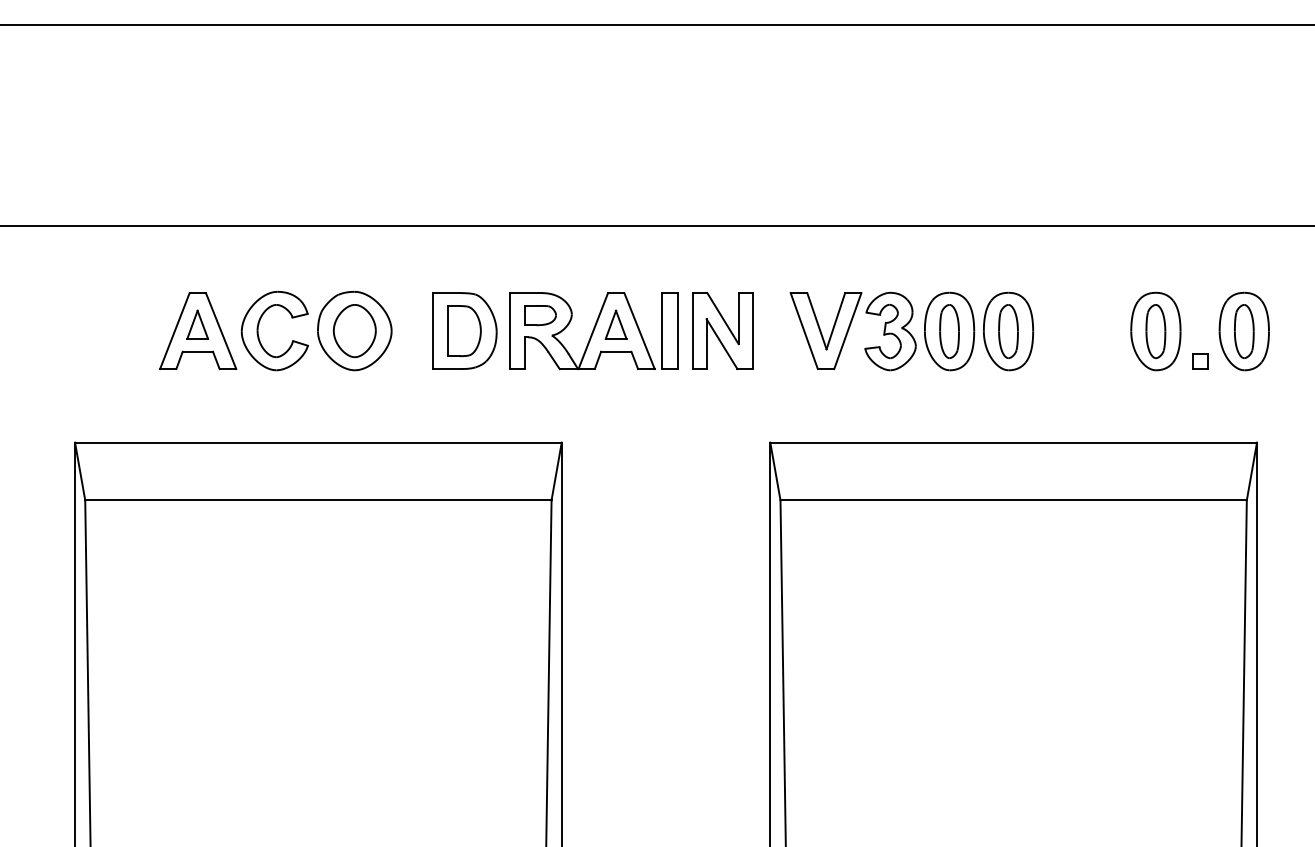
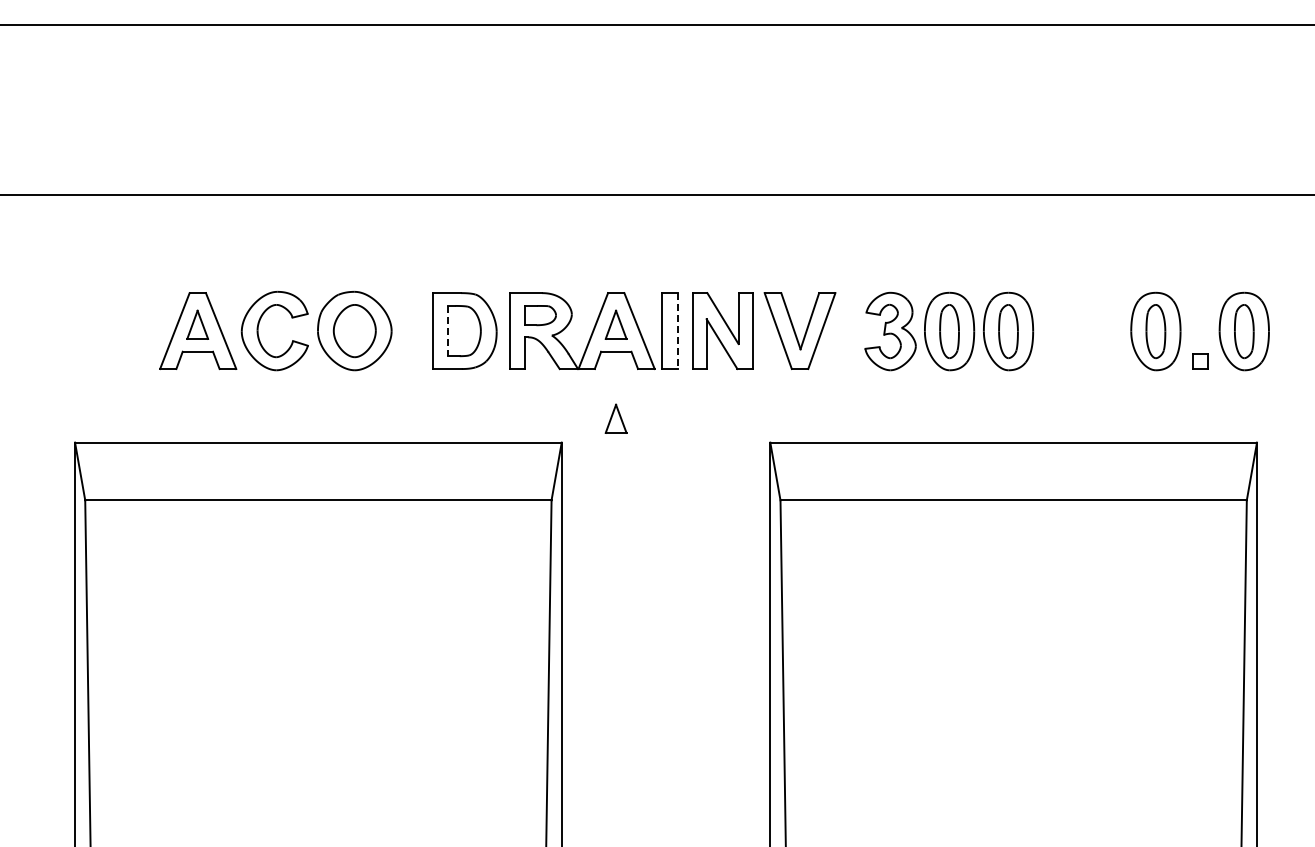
line at (656, 225) position: (656, 225) -> (656, 194)
part at (825, 330) position: (825, 330) -> (799, 330)
line at (448, 331): solid -> dashed
line at (677, 331): solid -> dashed
part at (615, 418): none -> present
